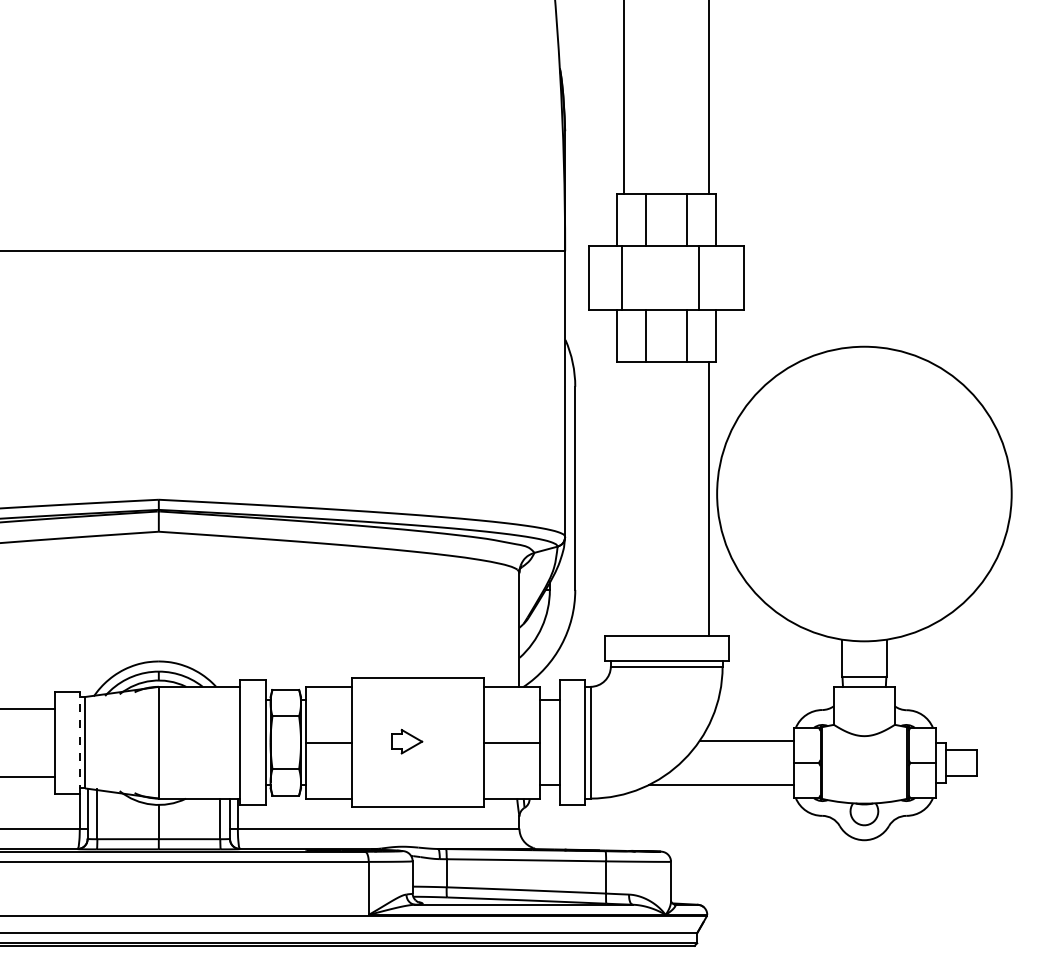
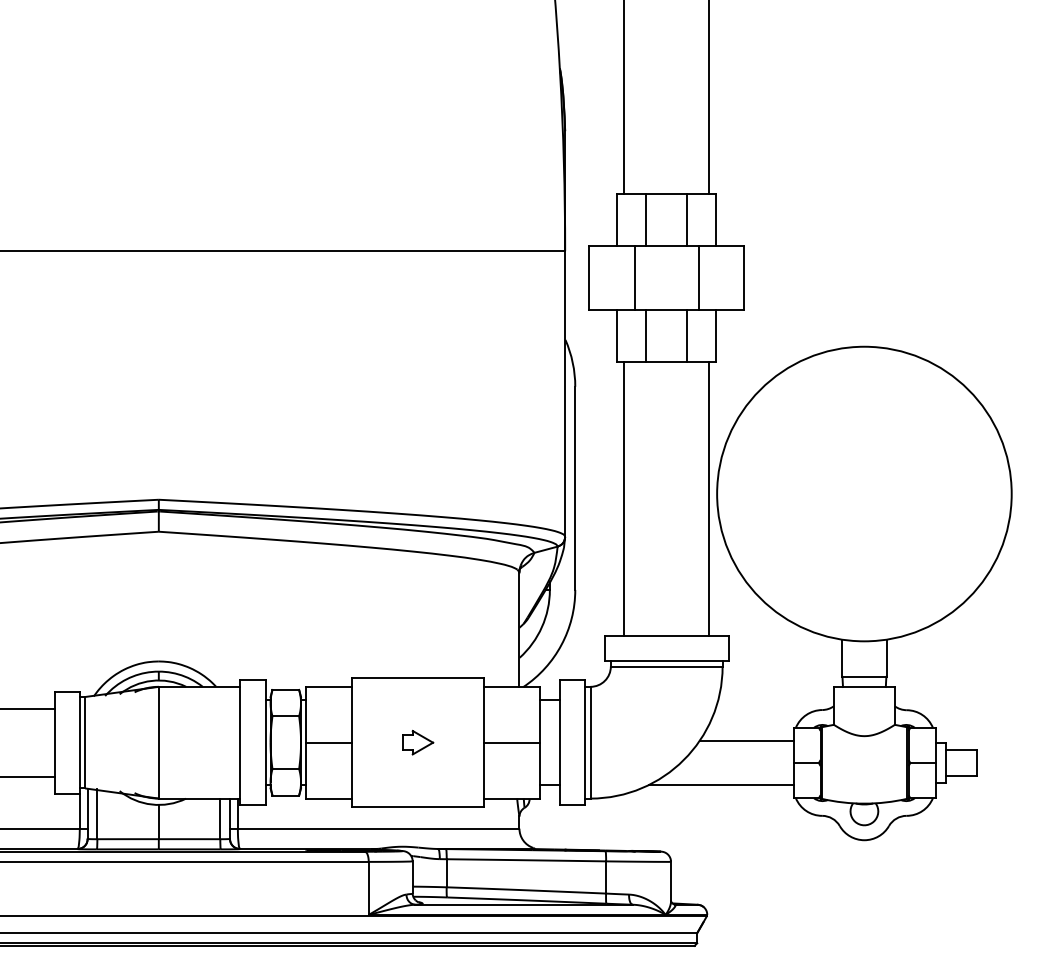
line at (621, 277) position: (621, 277) -> (634, 277)
line at (624, 498): none -> present
part at (407, 741) position: (407, 741) -> (418, 742)
line at (80, 742): dashed -> solid
